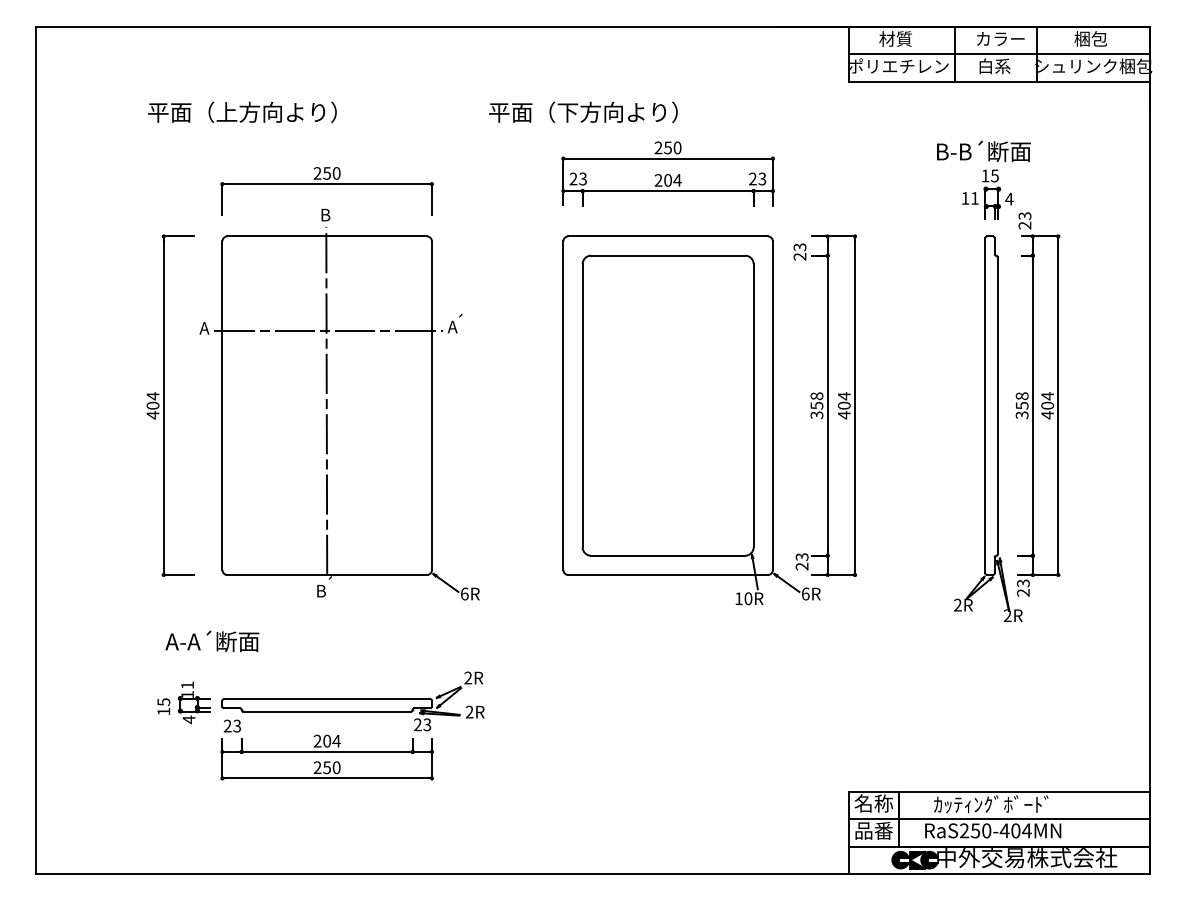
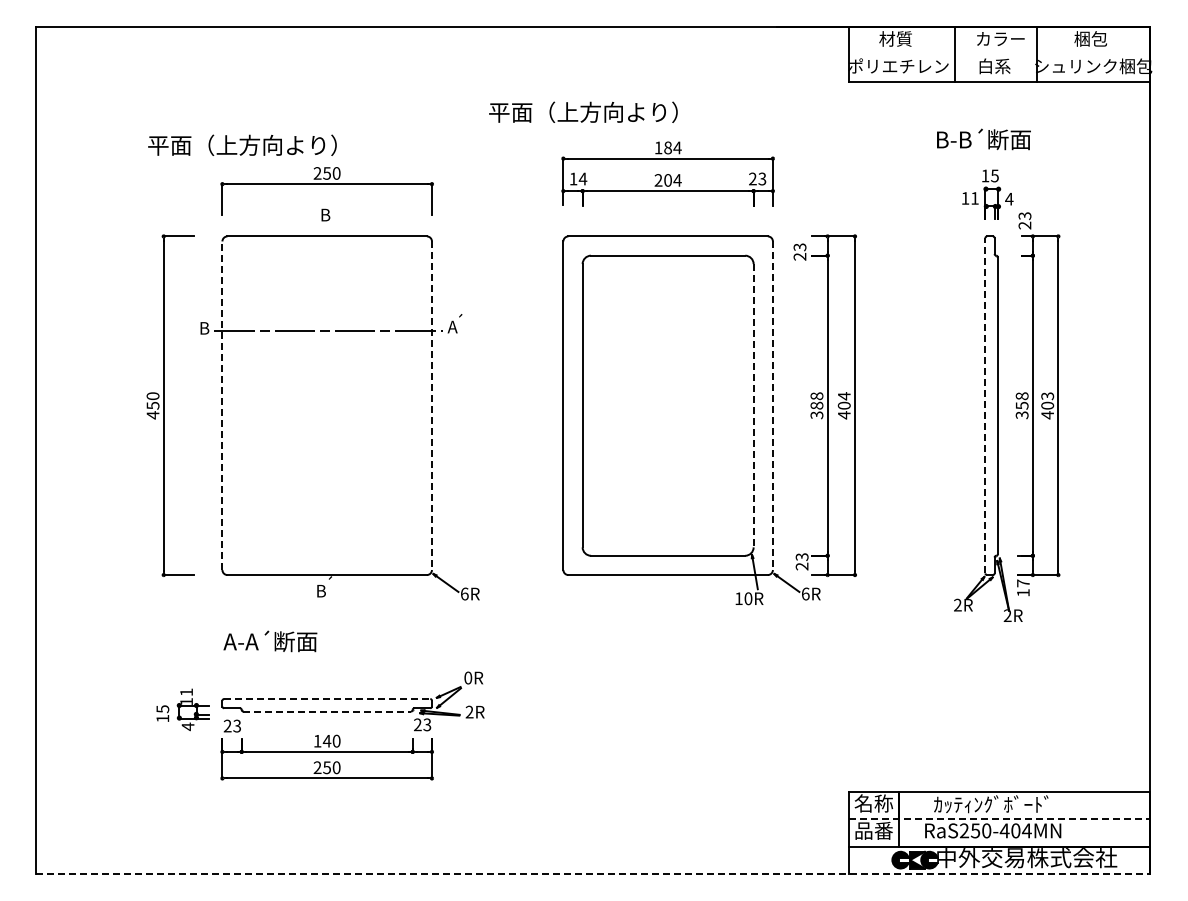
line at (999, 54): present -> none
text at (242, 111) position: (242, 111) -> (242, 144)
text at (567, 112): 平面（下方向より） -> 平面（上方向より）
text at (667, 147): 250 -> 184
text at (983, 151) position: (983, 151) -> (983, 139)
text at (578, 178): 23 -> 14
text at (204, 328): A -> B
text at (1047, 396): 404 -> 403
text at (152, 400): 404 -> 450
line at (326, 401): present -> none
line at (222, 405): solid -> dashed
line at (753, 405): solid -> dashed
text at (816, 405): 358 -> 388
line at (985, 405): solid -> dashed
line at (431, 406): solid -> dashed
line at (772, 406): solid -> dashed
text at (1023, 587): 23 -> 17
text at (212, 641) position: (212, 641) -> (270, 641)
text at (468, 677): 2R -> 0R
line at (327, 699): solid -> dashed
part at (183, 702) position: (183, 702) -> (182, 709)
line at (327, 711): solid -> dashed
text at (326, 740): 204 -> 140
line at (999, 819): solid -> dashed
line at (593, 873): solid -> dashed
